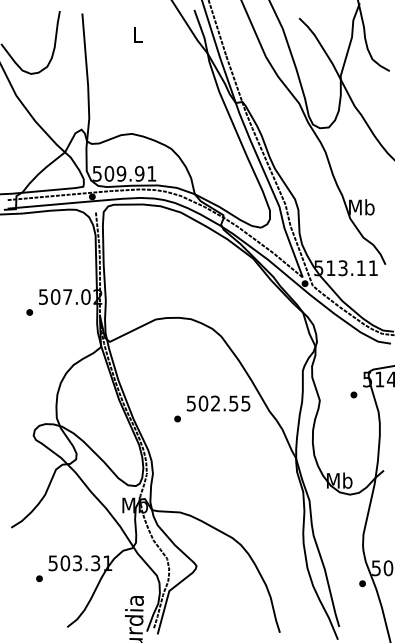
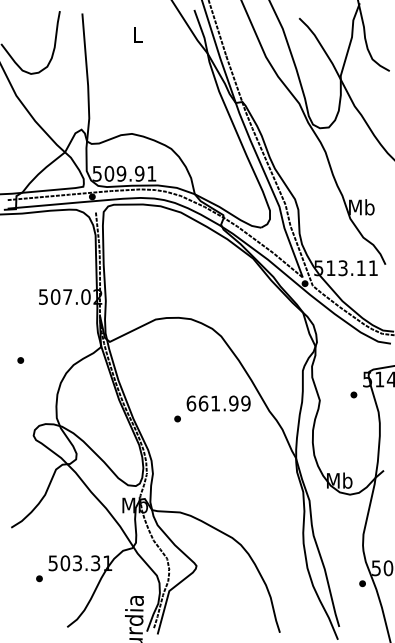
part at (29, 312) position: (29, 312) -> (20, 360)
text at (218, 403): 502.55 -> 661.99
